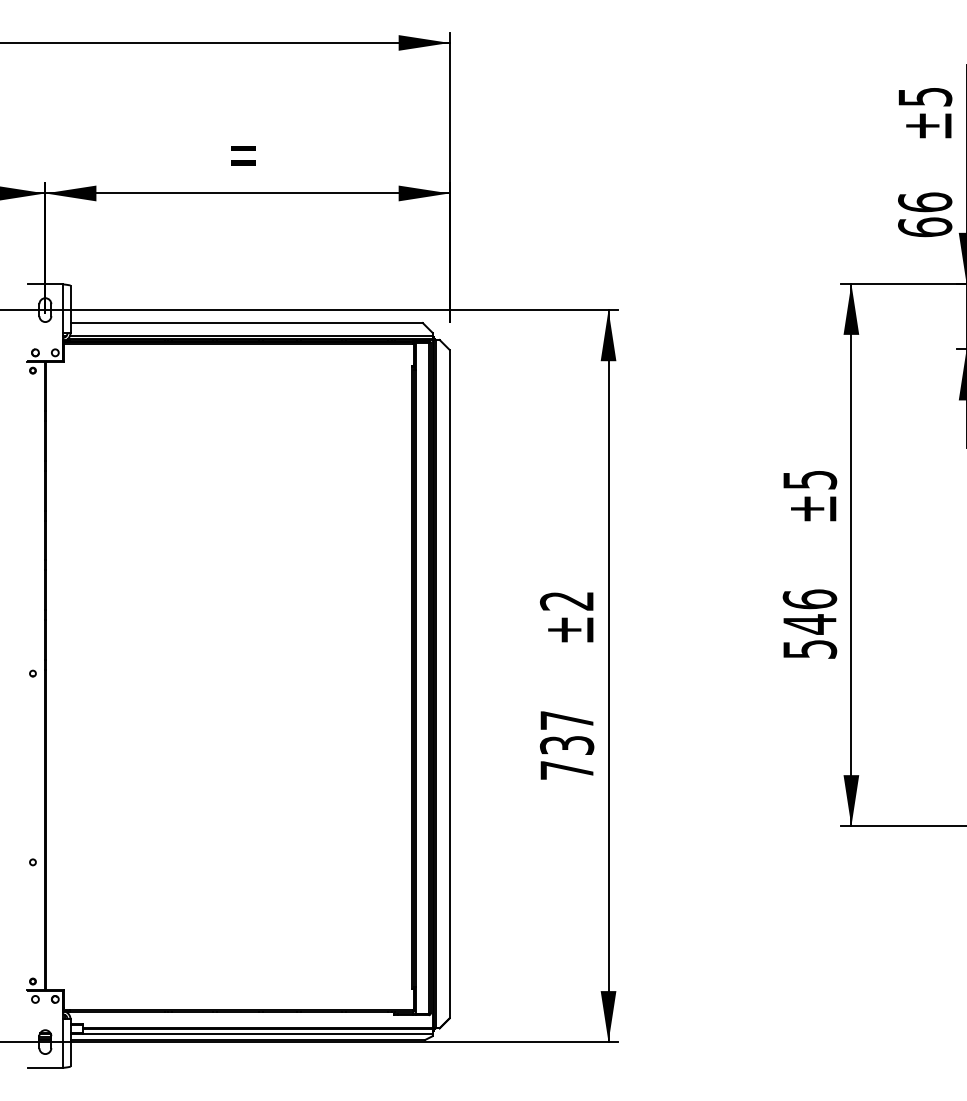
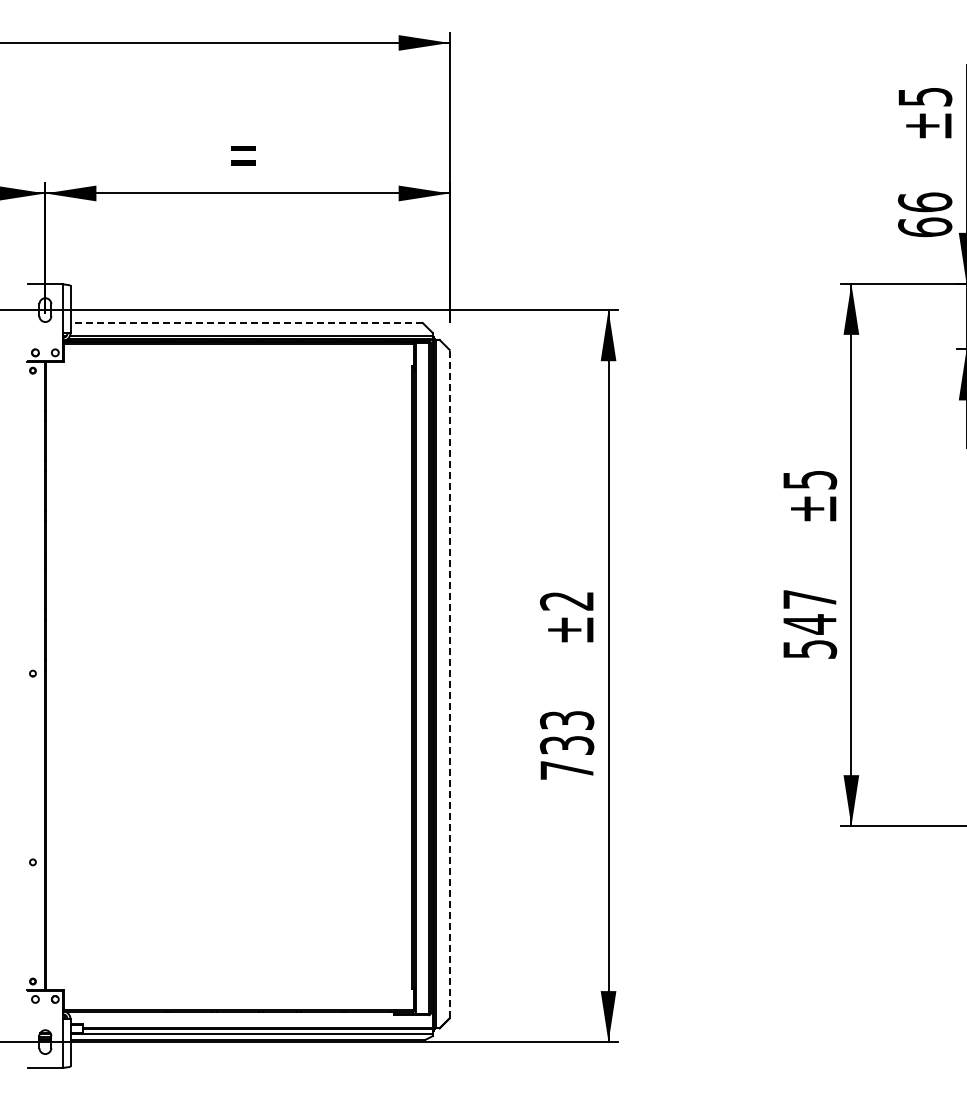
line at (246, 323): solid -> dashed
text at (809, 599): 546 -> 547
line at (449, 683): solid -> dashed
text at (566, 720): 737 -> 733
